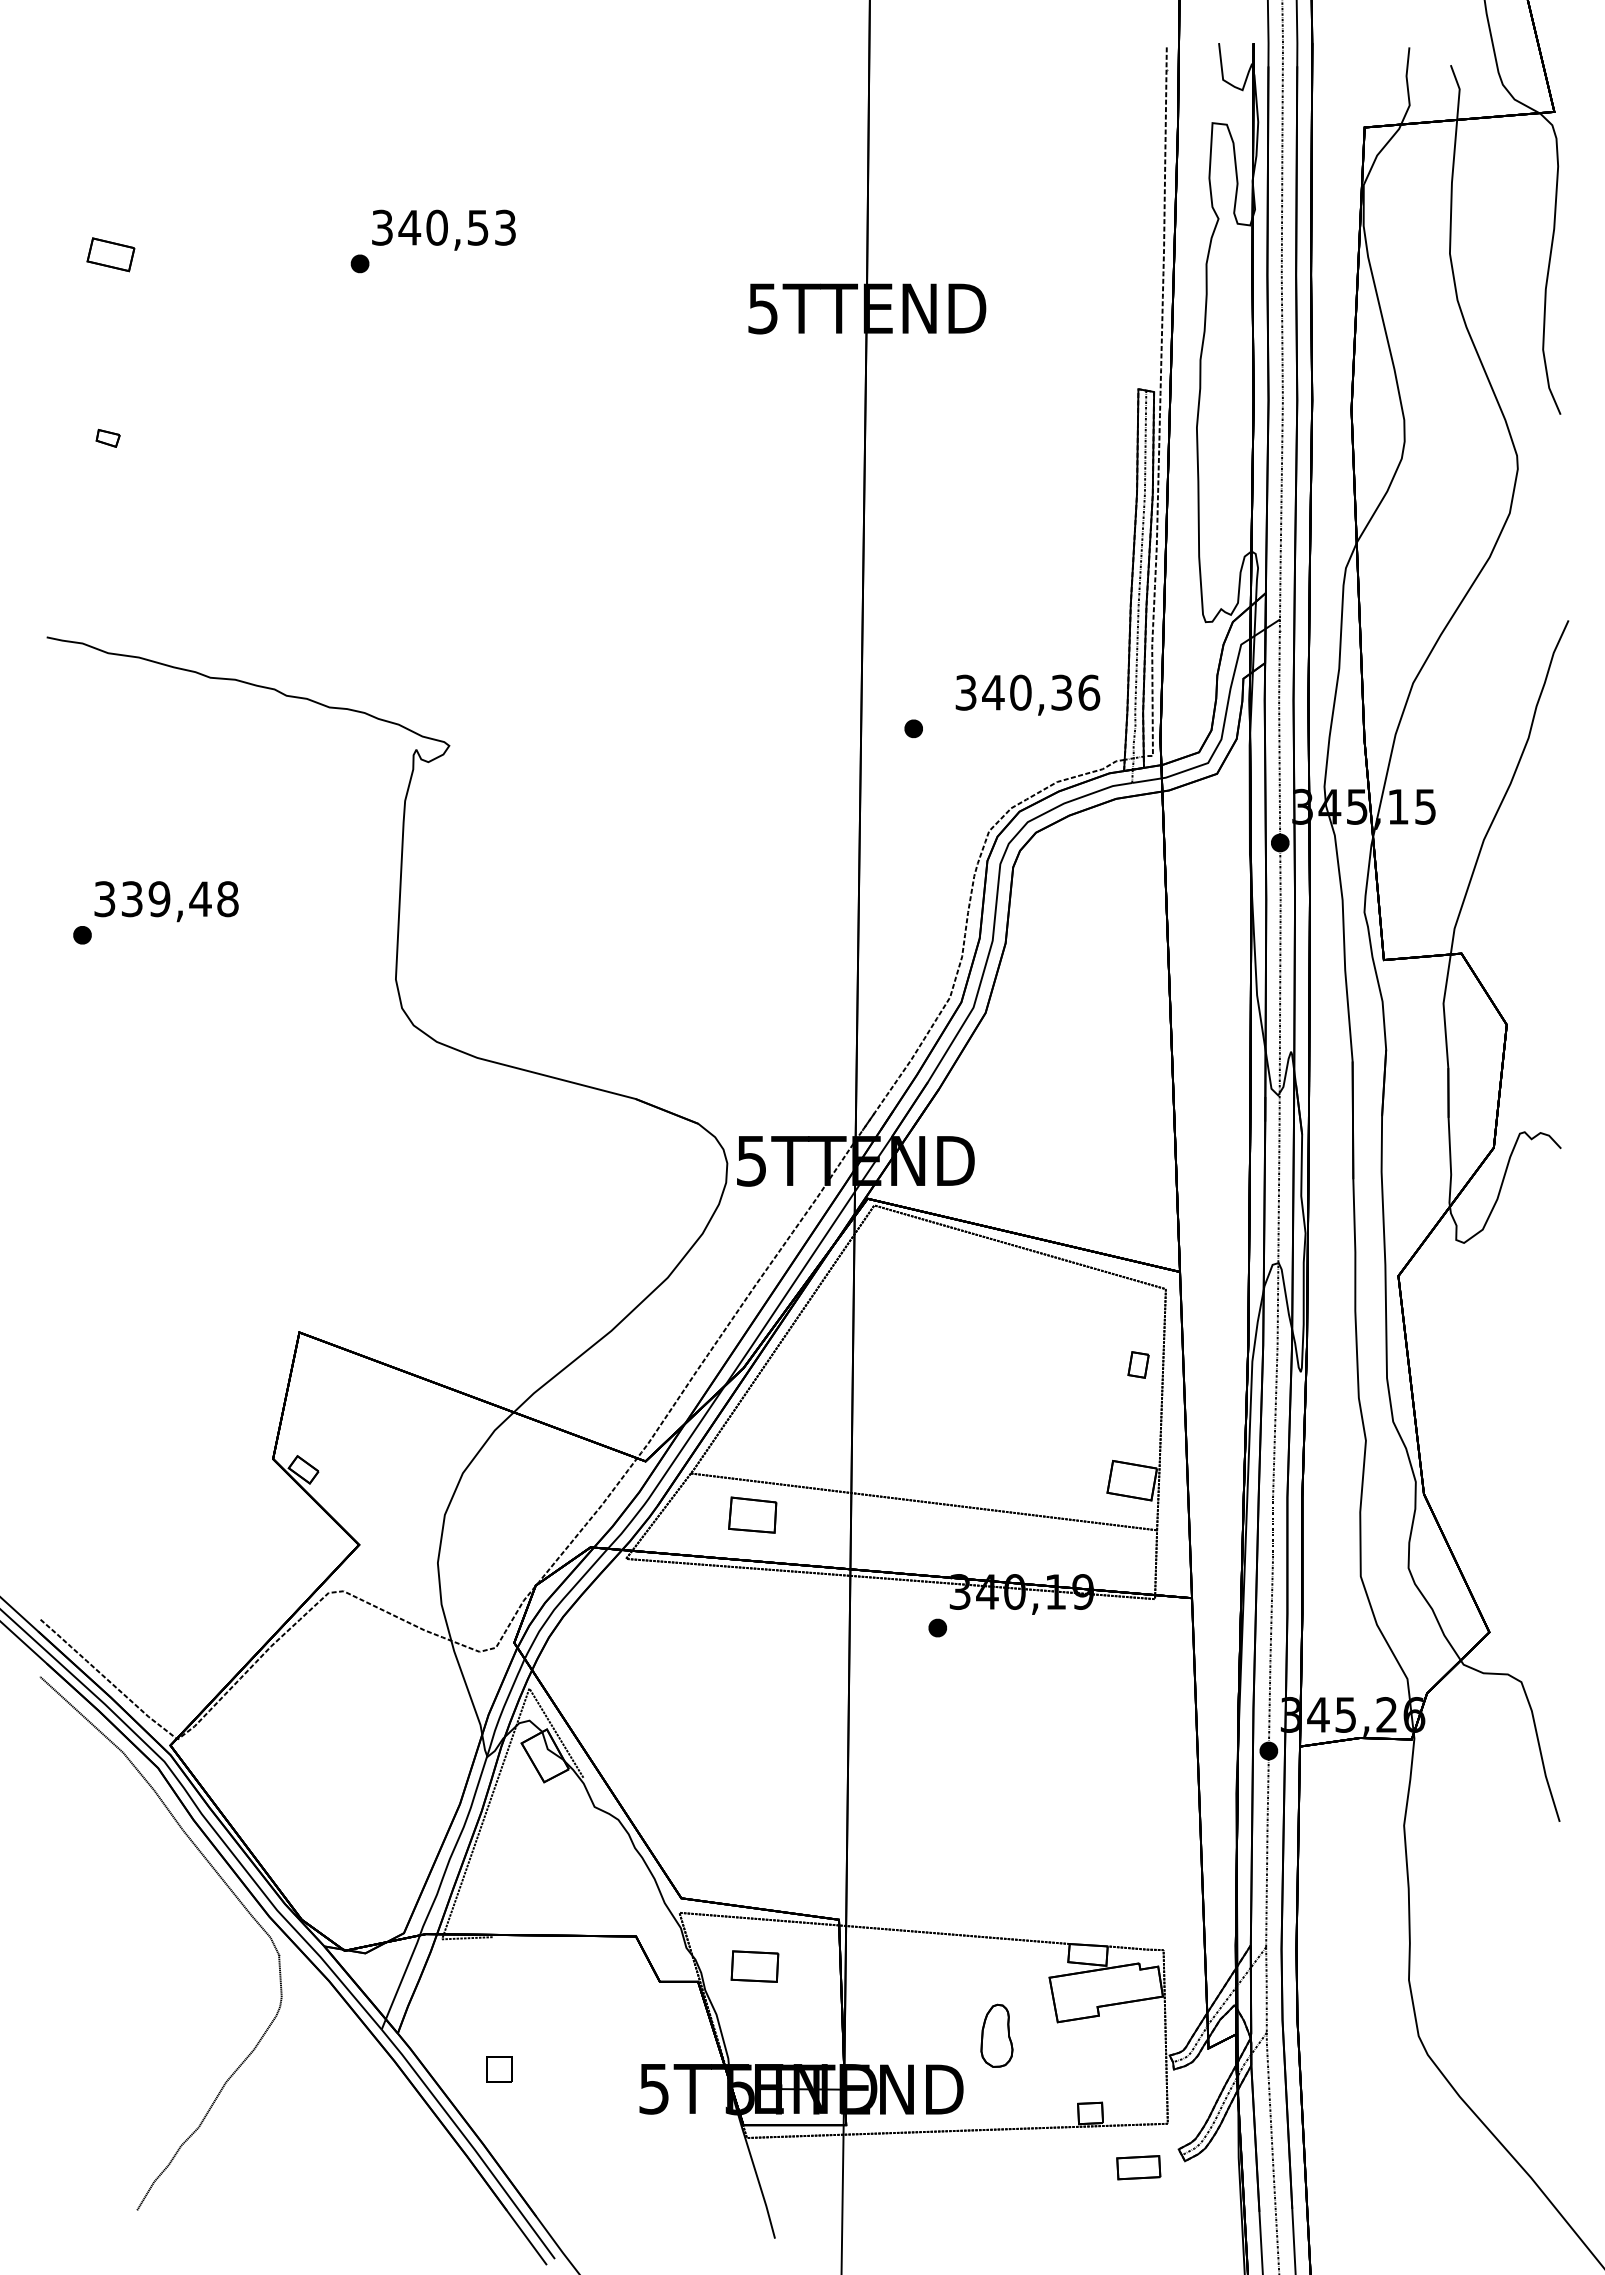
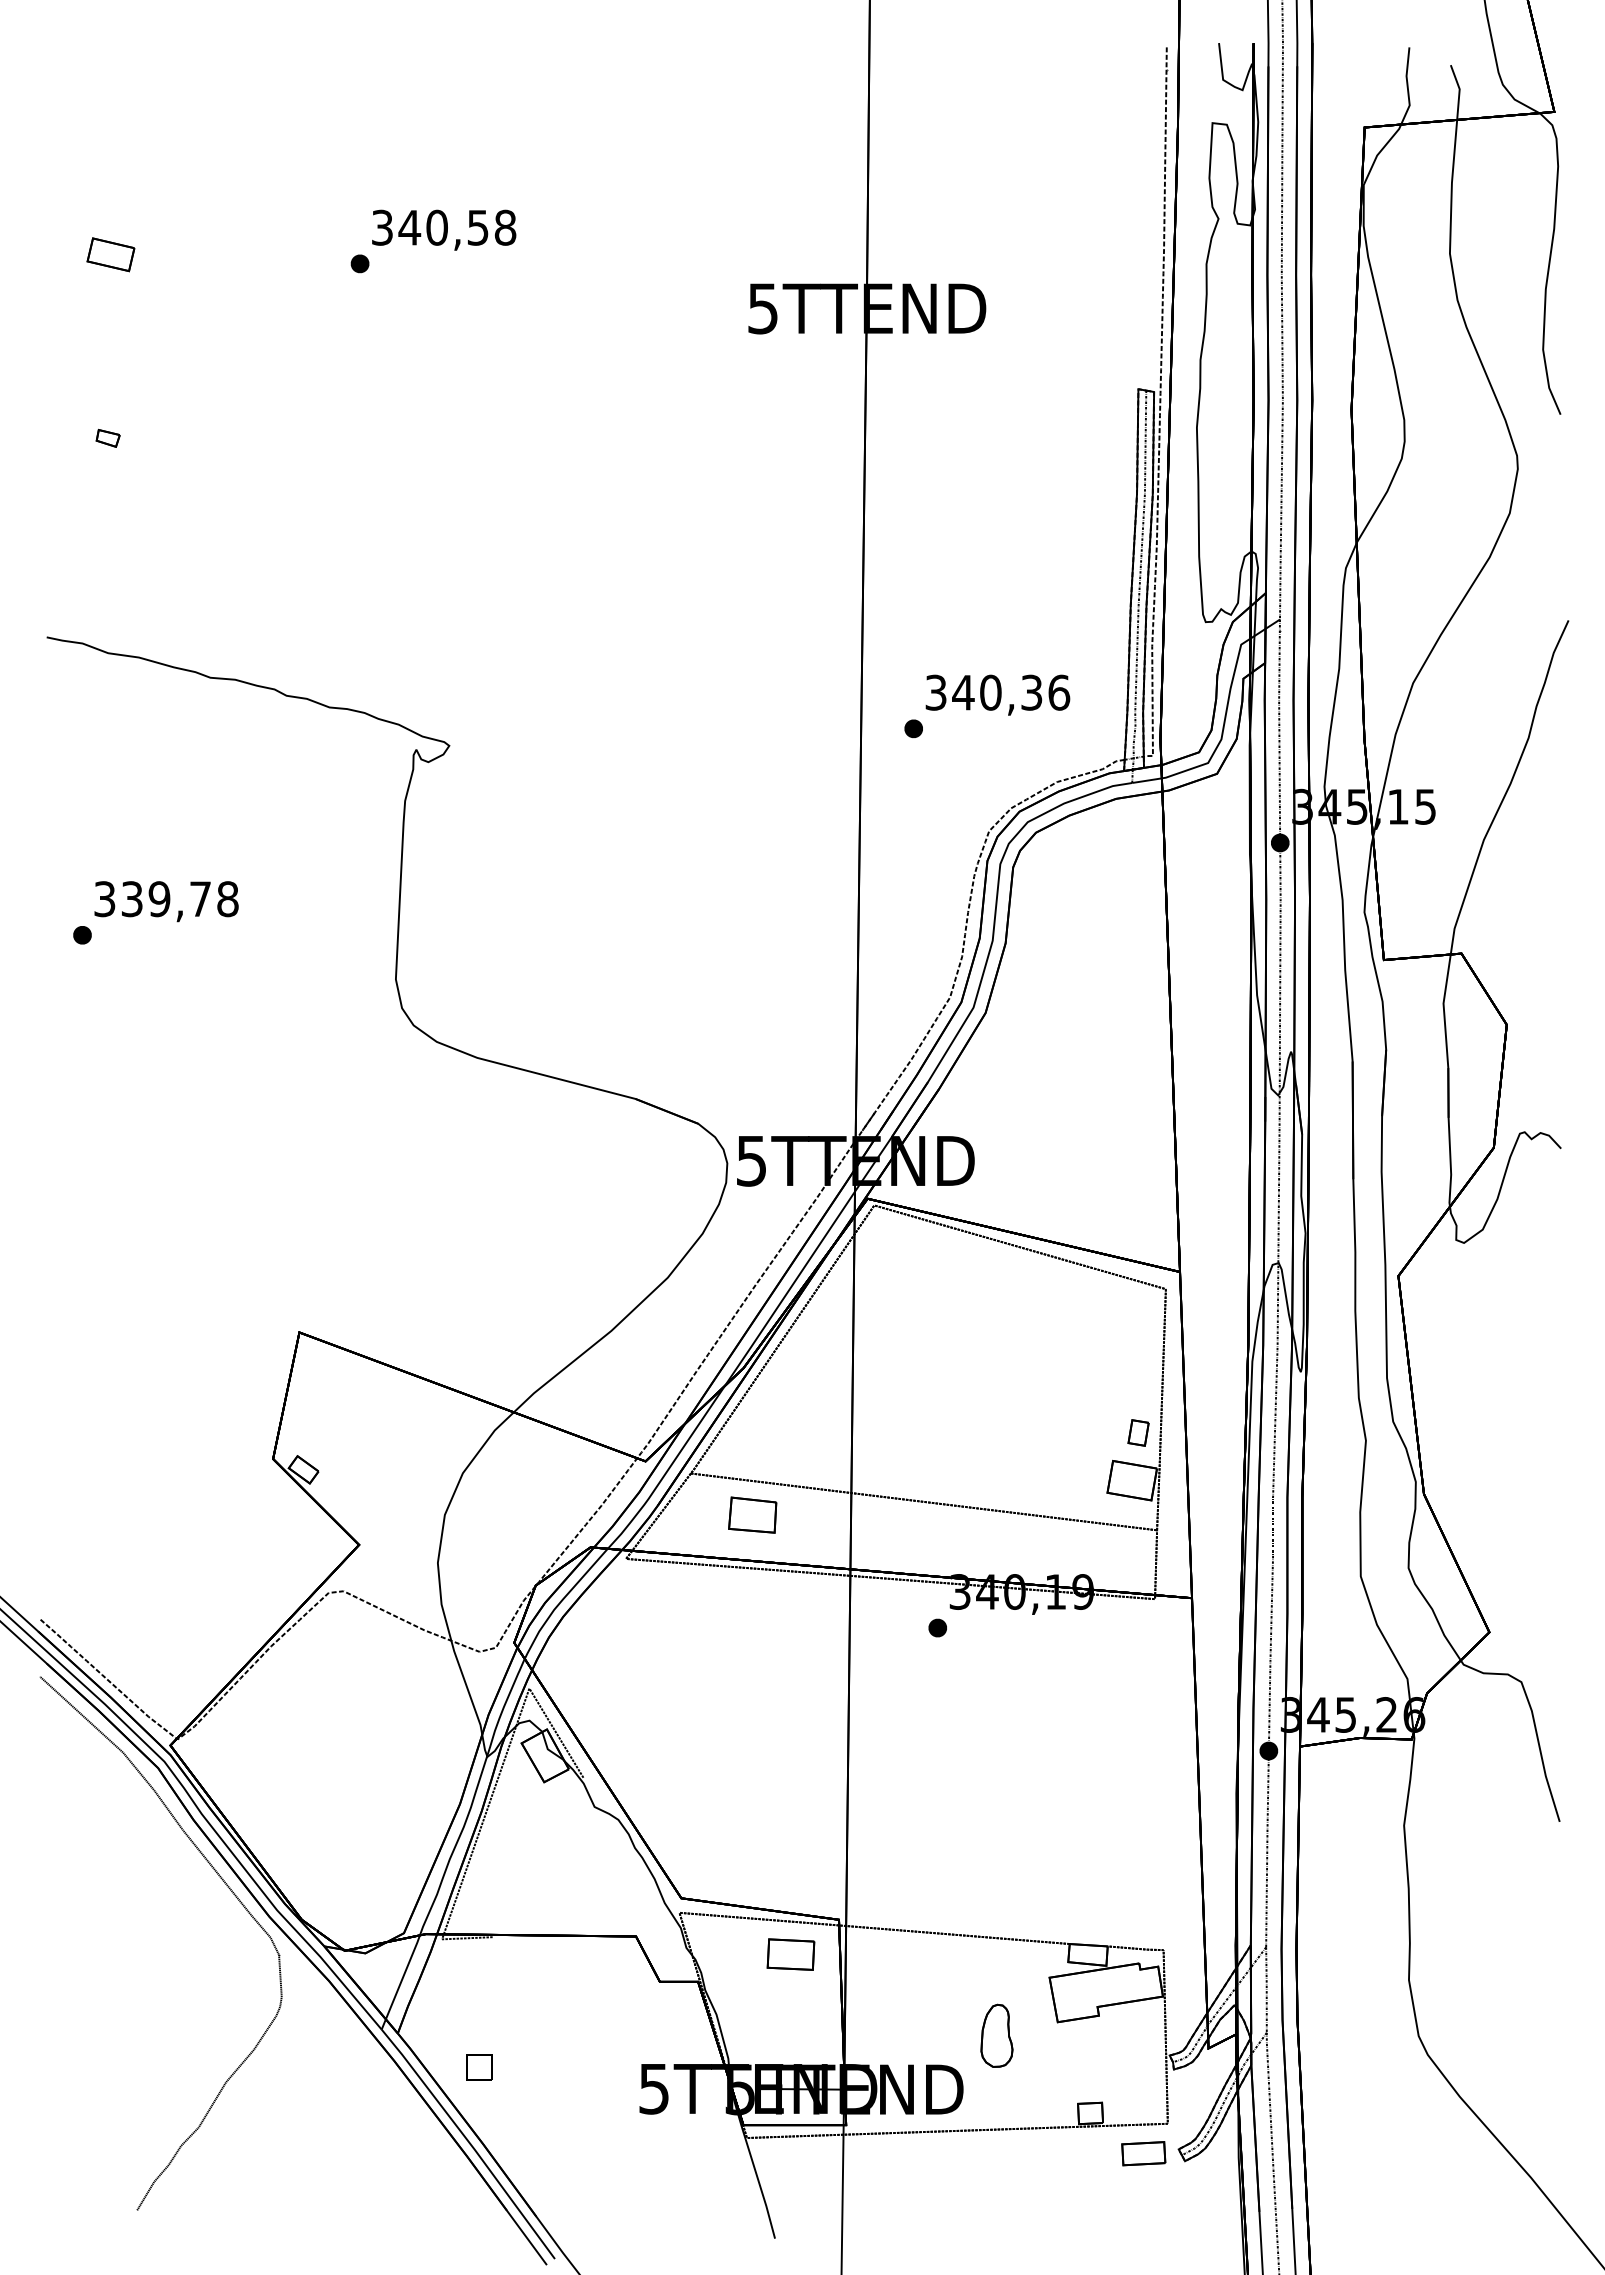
text at (505, 227): 340,53 -> 340,58
text at (1027, 694) position: (1027, 694) -> (997, 694)
text at (200, 898): 339,48 -> 339,78
part at (1138, 1364) position: (1138, 1364) -> (1138, 1432)
part at (754, 1966) position: (754, 1966) -> (790, 1954)
part at (499, 2069) position: (499, 2069) -> (479, 2067)
part at (1138, 2167) position: (1138, 2167) -> (1143, 2153)
